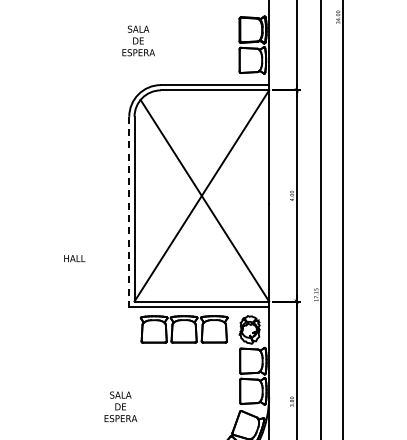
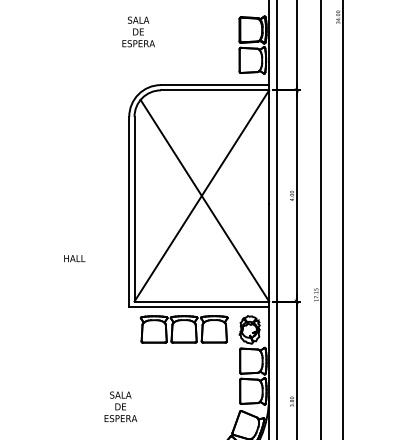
text at (138, 40) position: (138, 40) -> (138, 31)
line at (129, 212): dashed -> solid
line at (277, 219): none -> present
